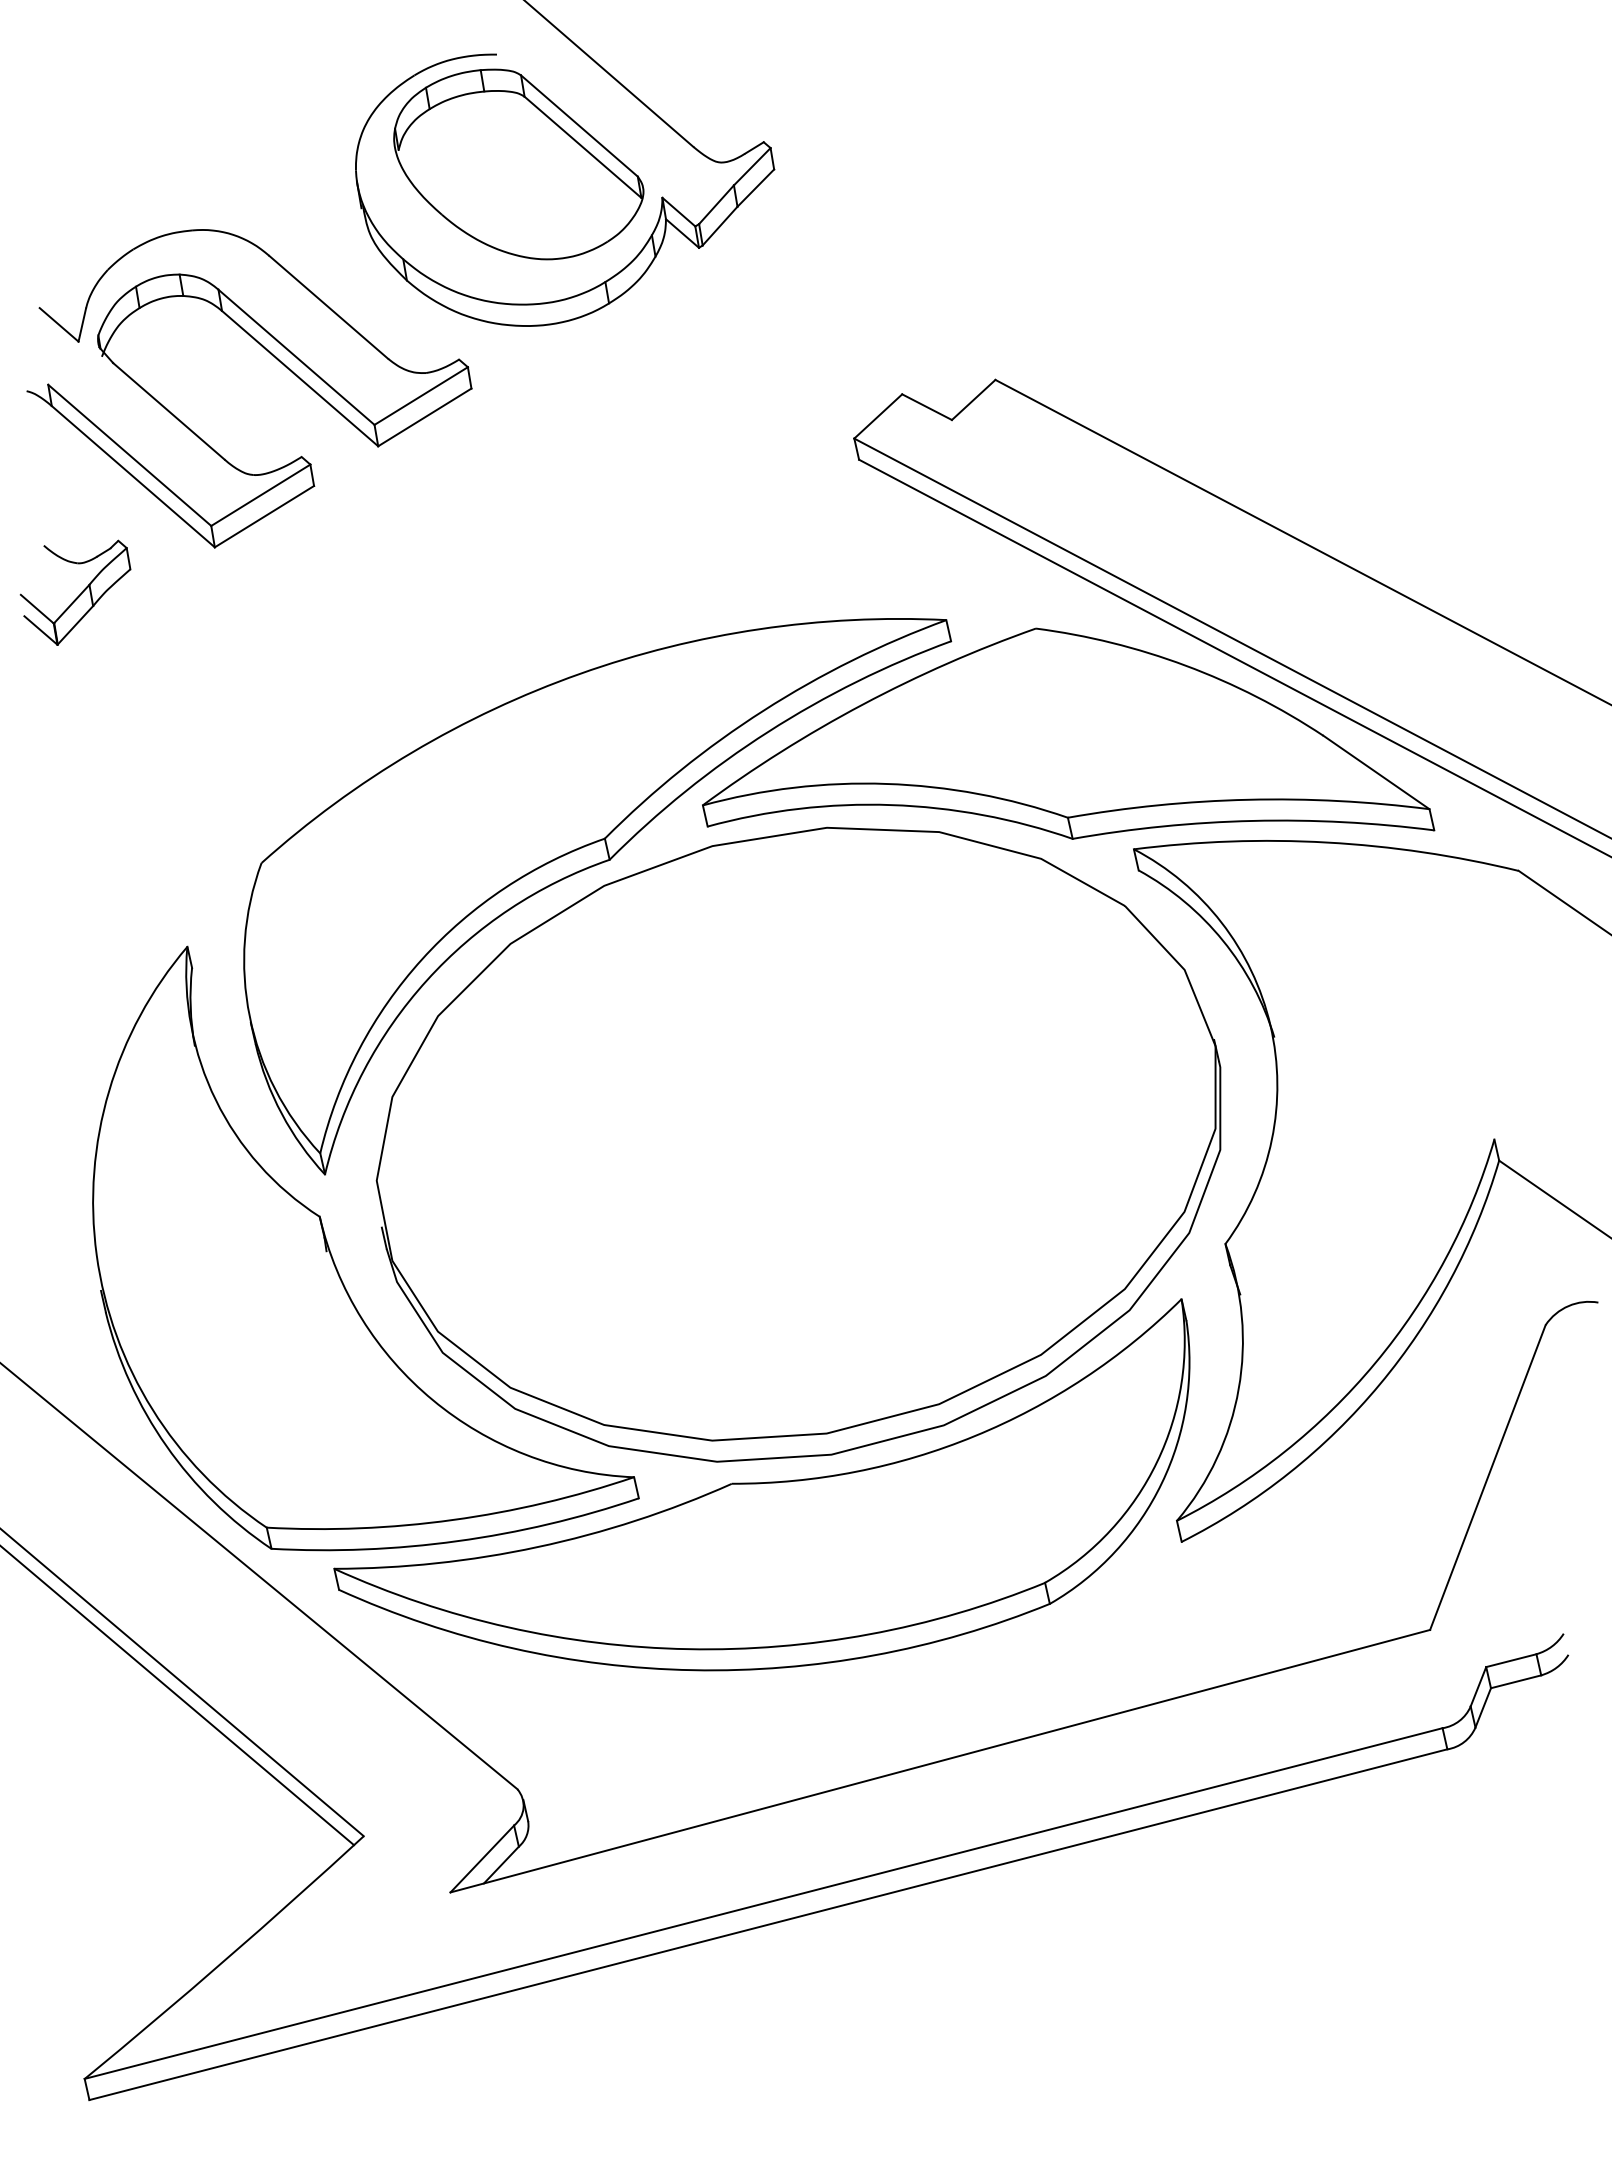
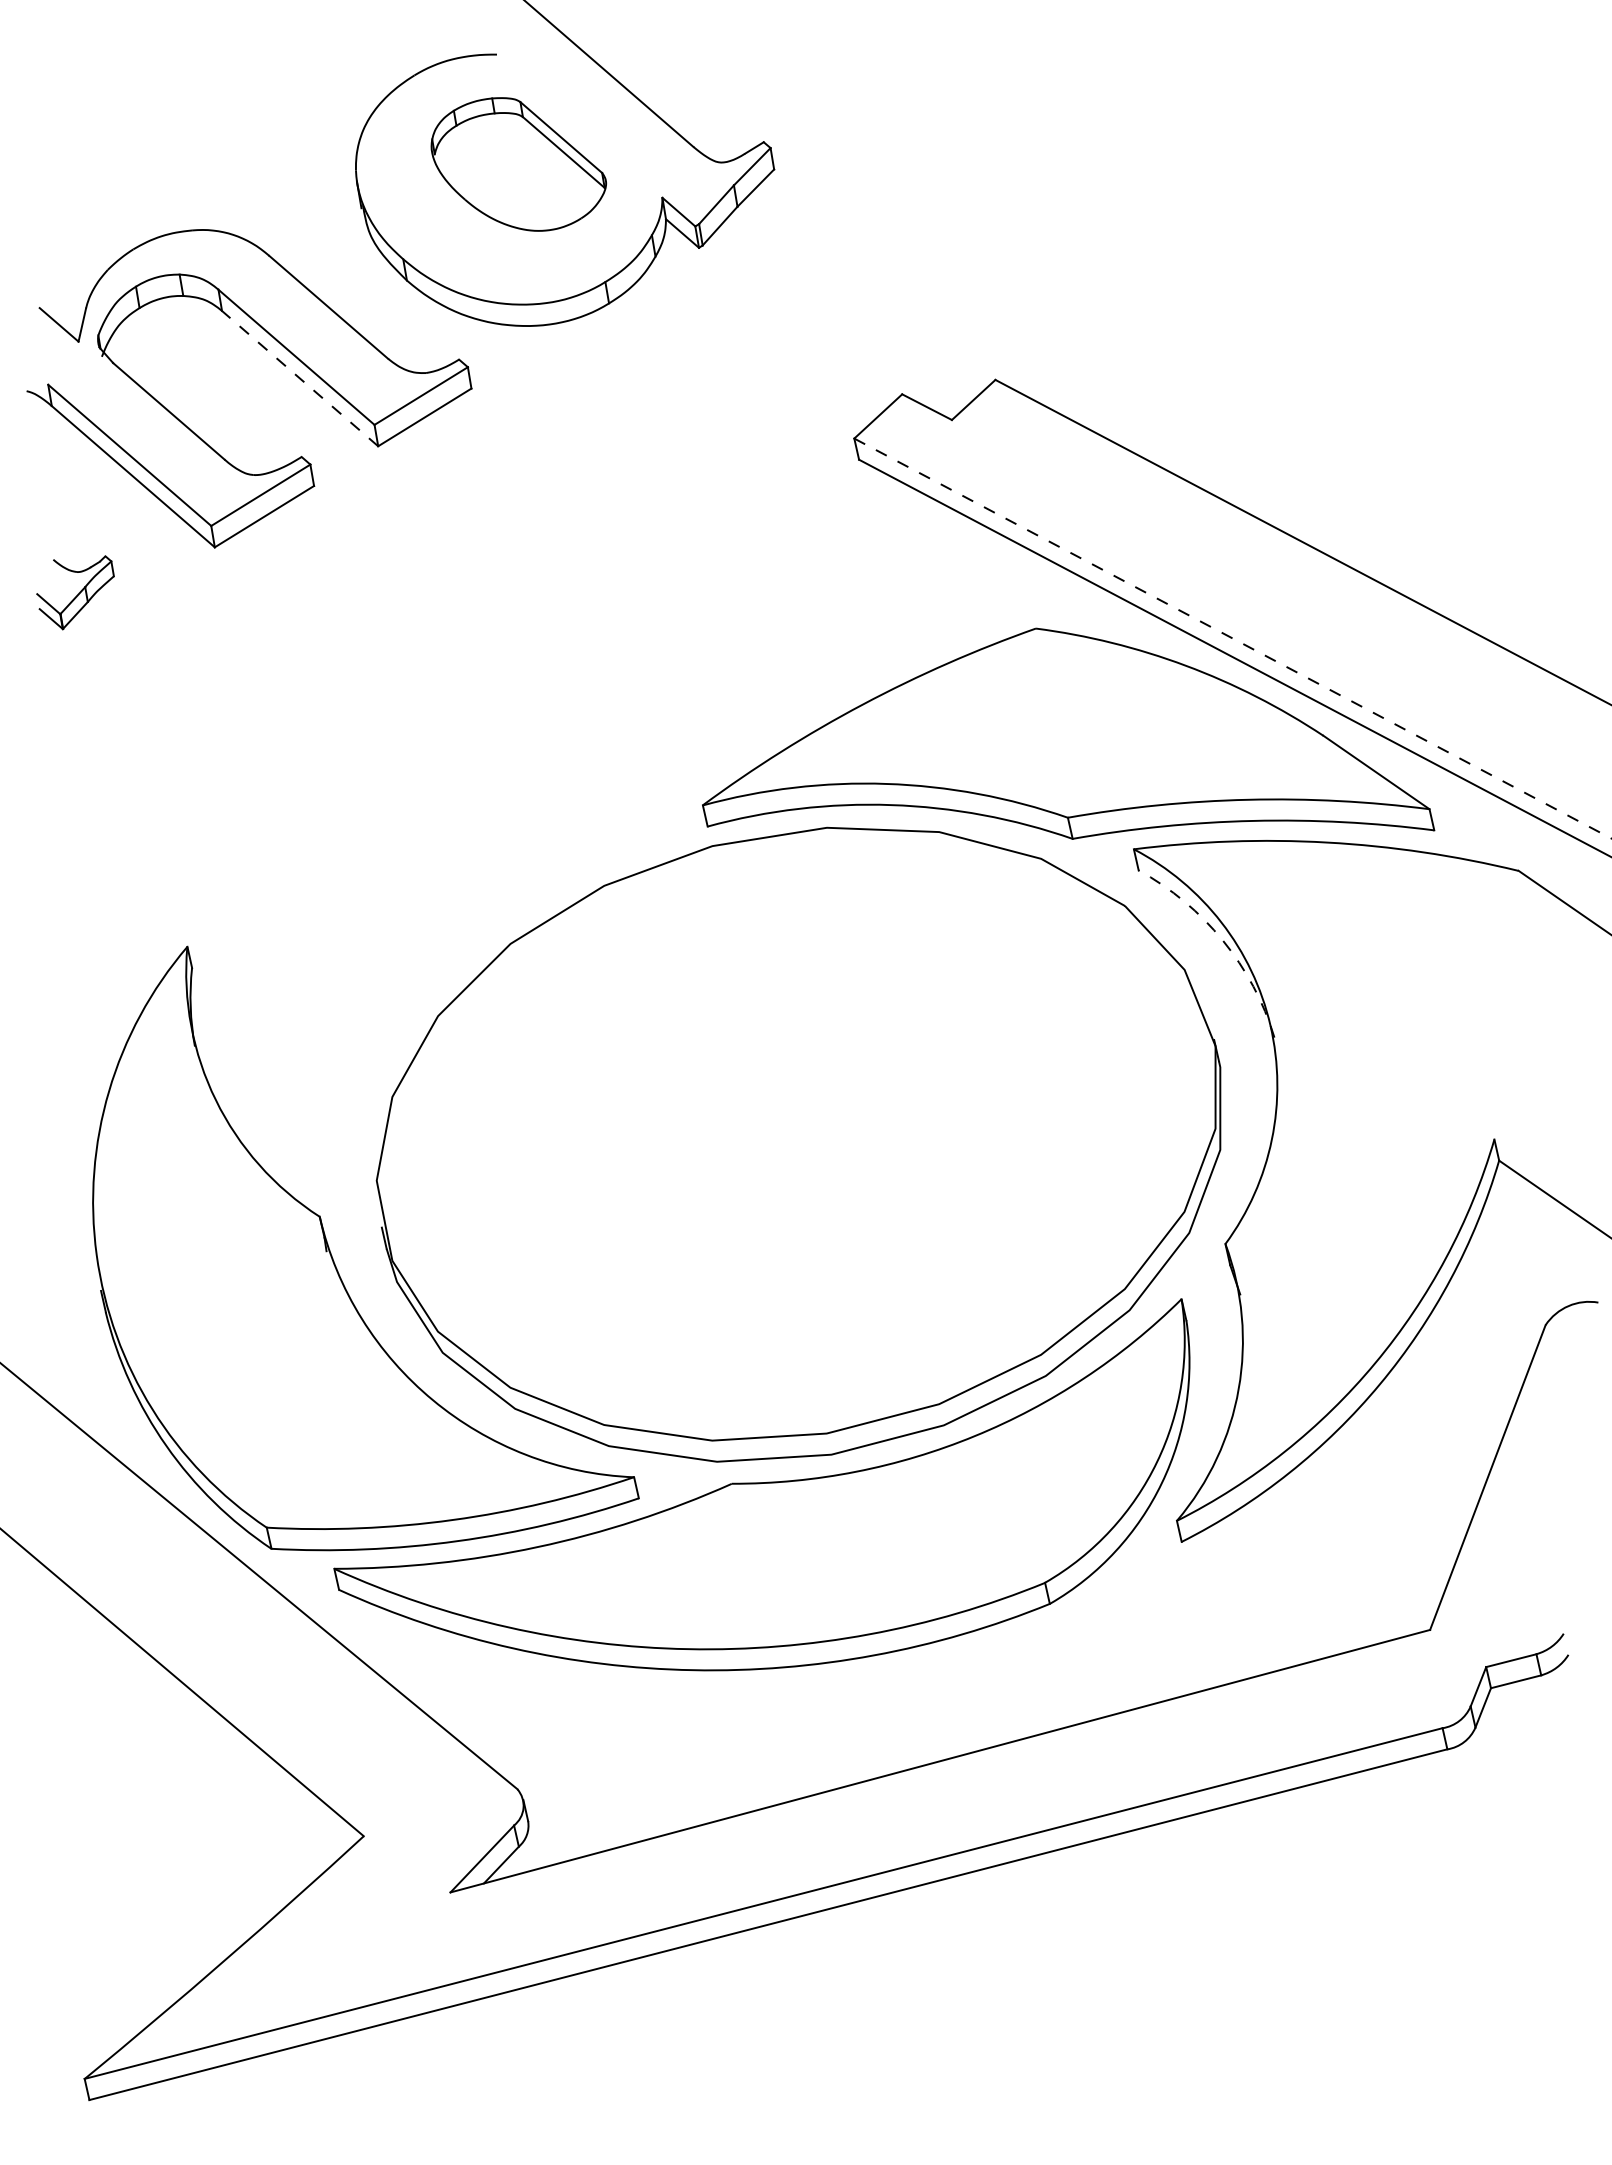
part at (518, 164) size: 252x193 px -> 177x135 px
line at (299, 378): solid -> dashed
part at (75, 592) size: 113x107 px -> 79x76 px
line at (1233, 638): solid -> dashed
part at (587, 869): present -> none
arc at (1223, 940): solid -> dashed
line at (178, 1696): present -> none
